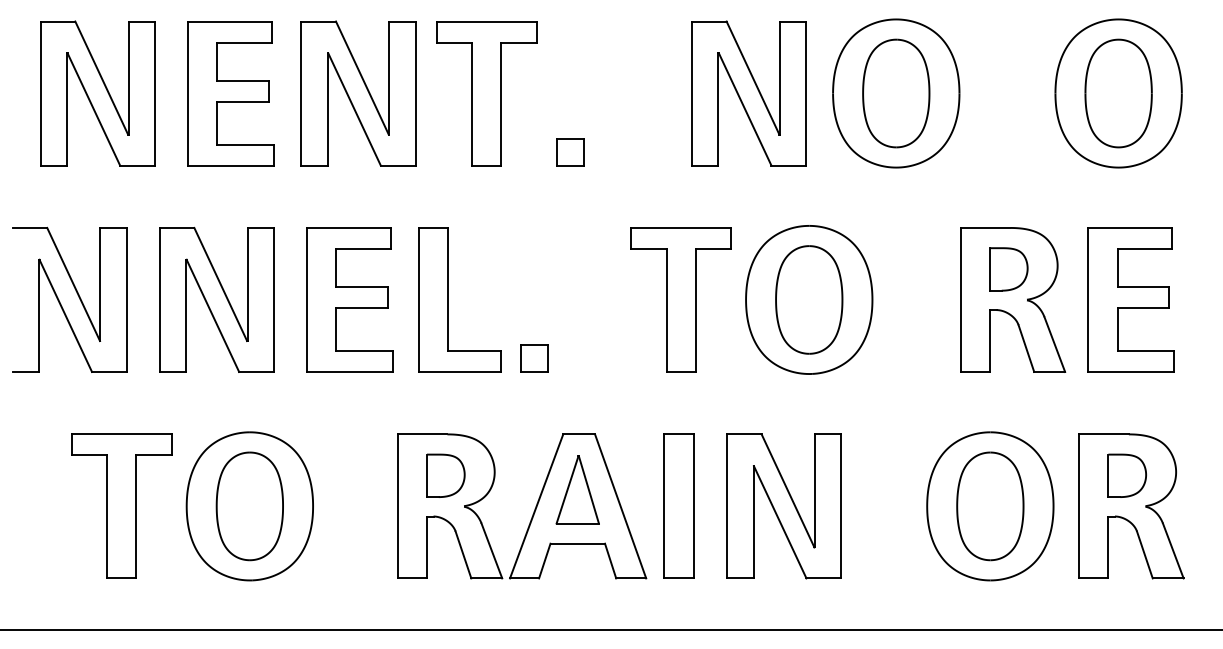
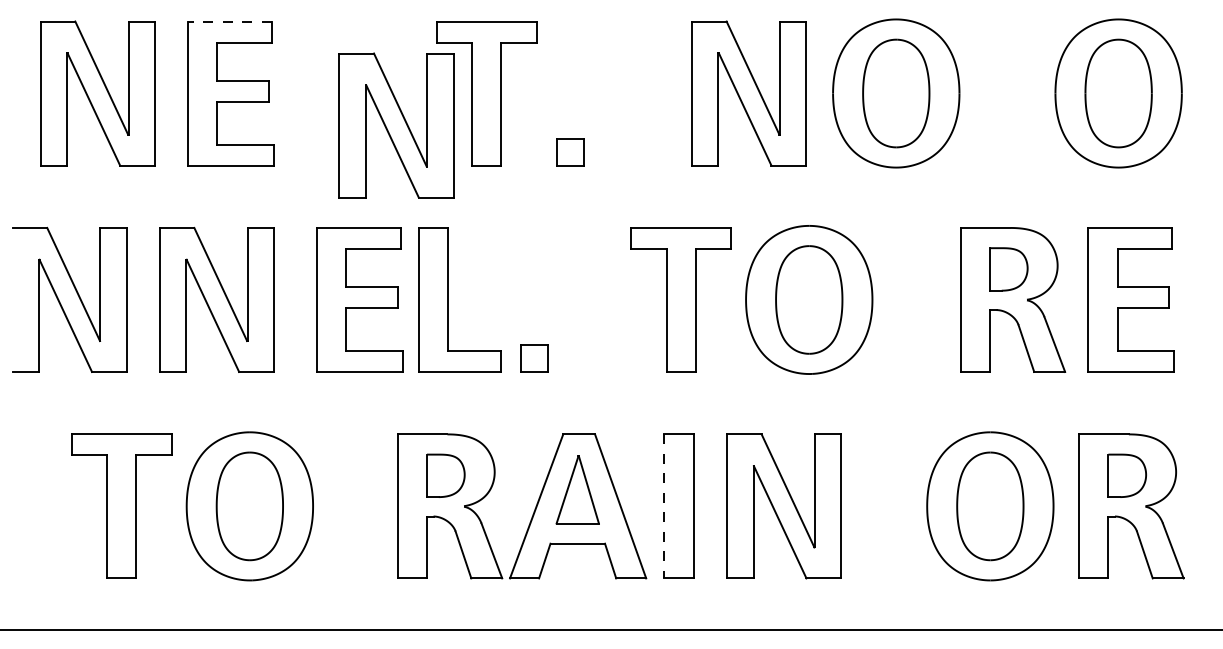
line at (229, 21): solid -> dashed
part at (358, 93) position: (358, 93) -> (396, 125)
part at (349, 299) position: (349, 299) -> (359, 299)
line at (664, 506): solid -> dashed
